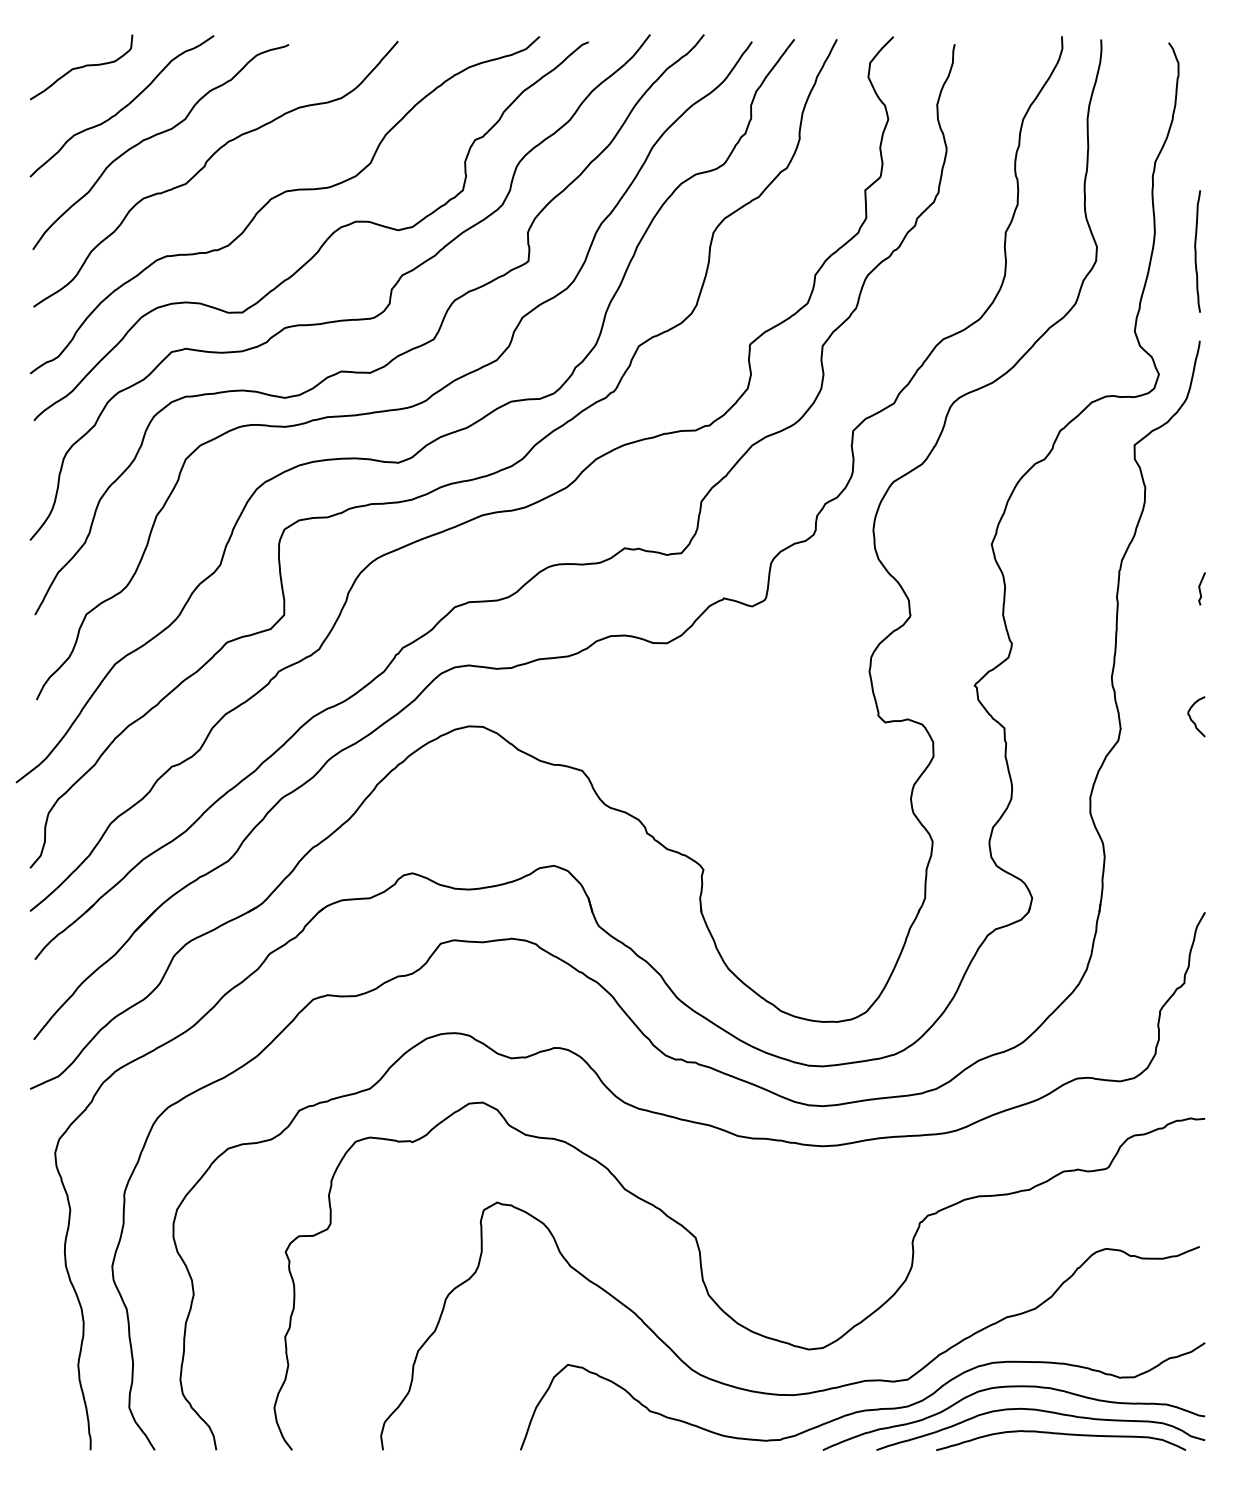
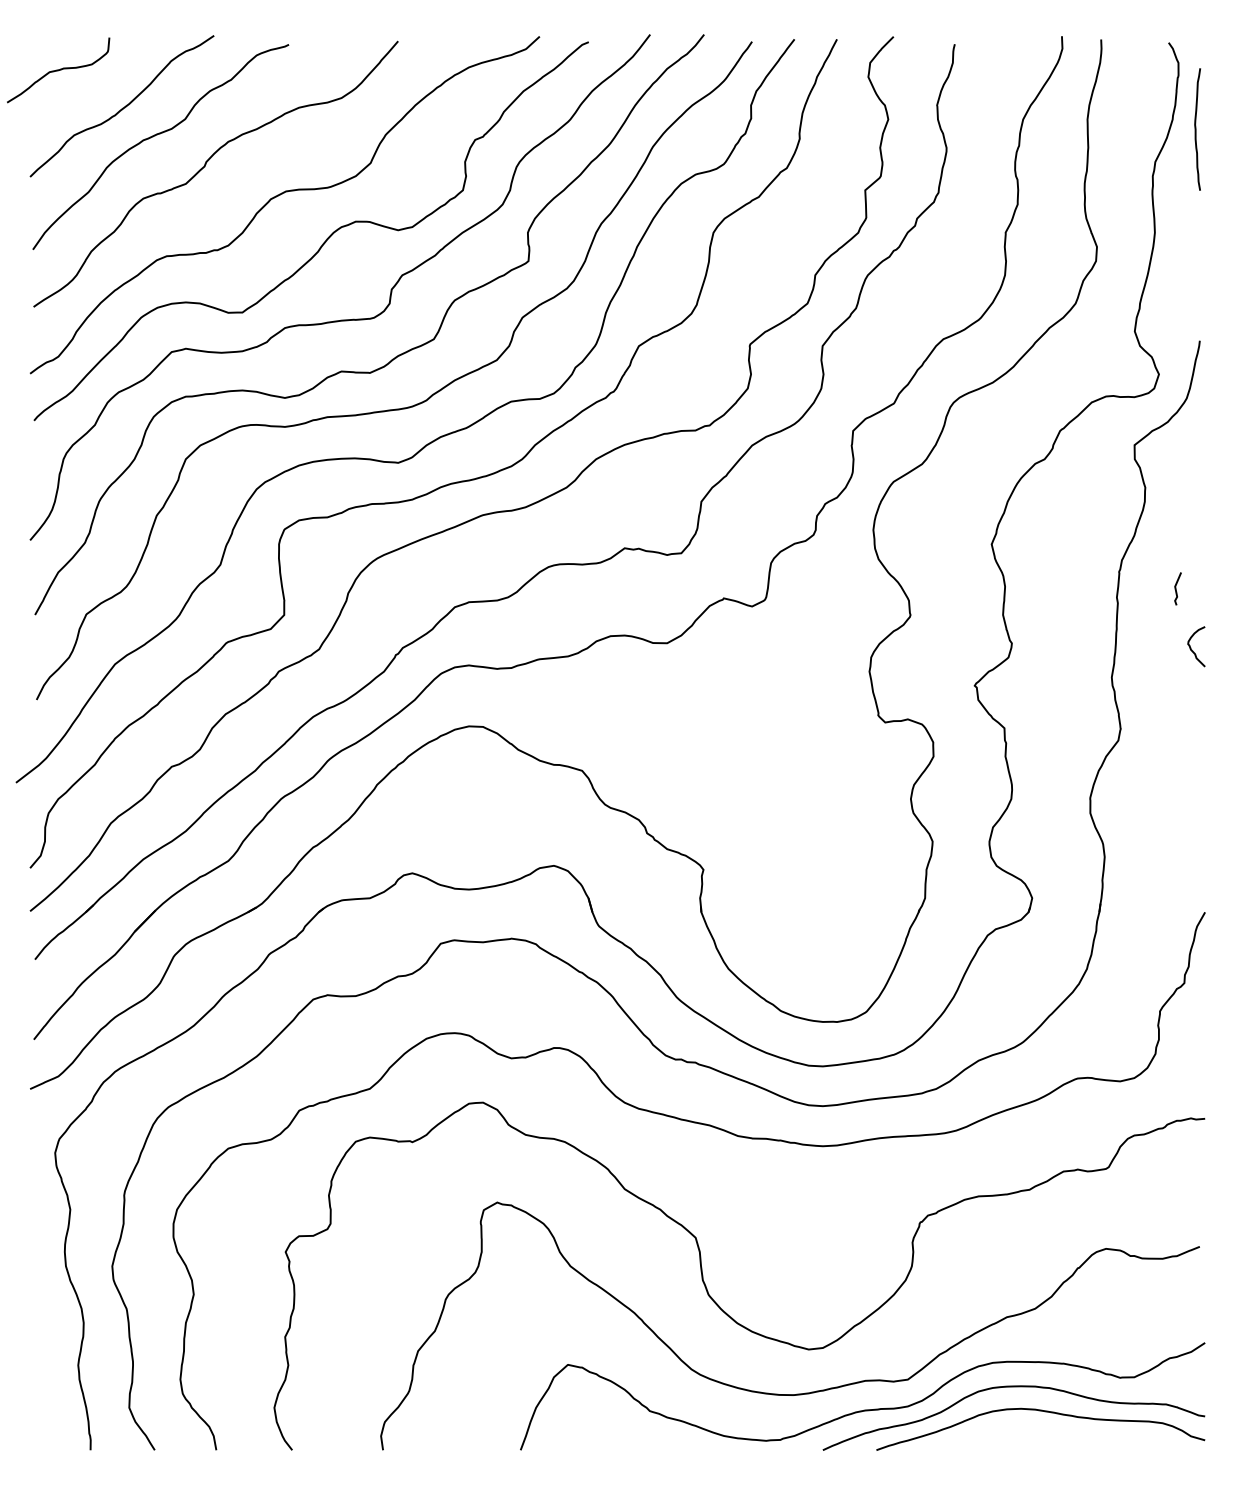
curve at (81, 67) position: (81, 67) -> (58, 70)
curve at (1196, 251) position: (1196, 251) -> (1196, 129)
line at (1200, 588) position: (1200, 588) -> (1176, 588)
curve at (1192, 719) position: (1192, 719) -> (1192, 649)
curve at (1061, 1434): present -> none
